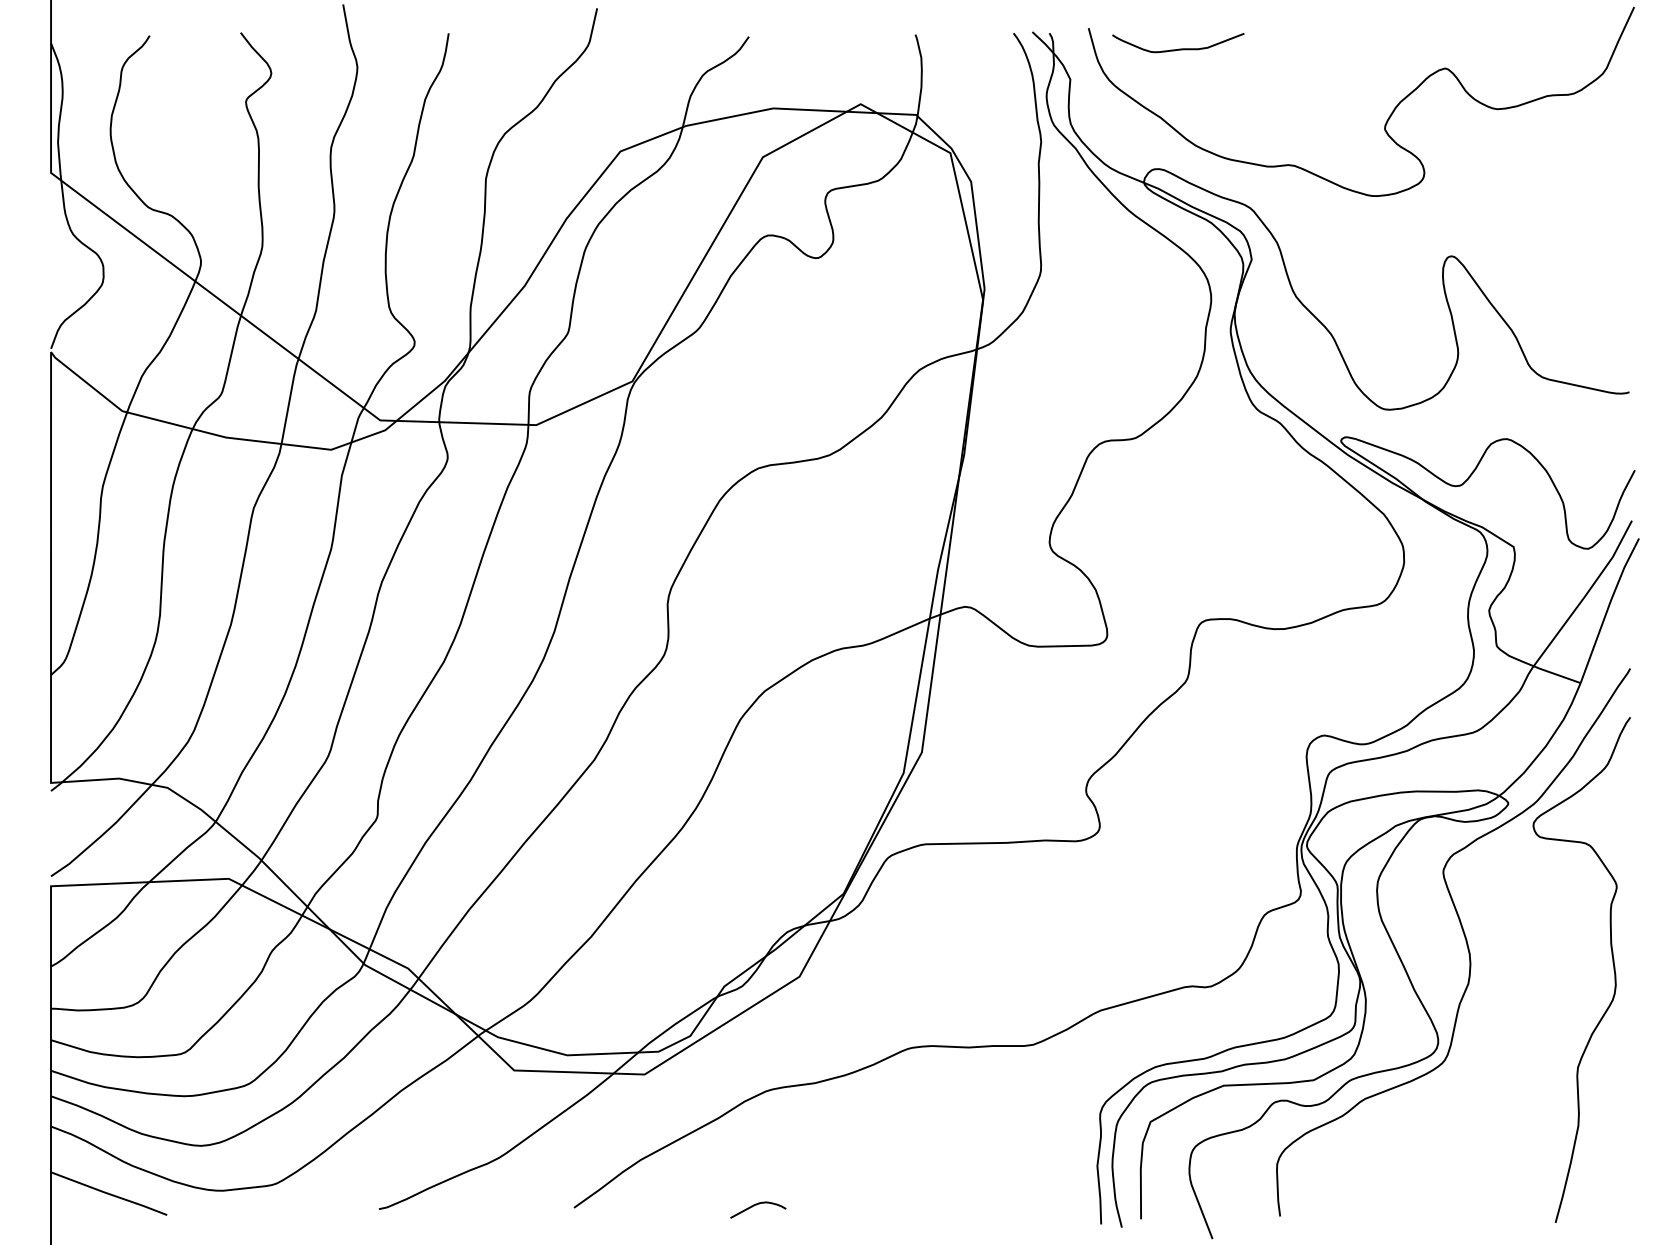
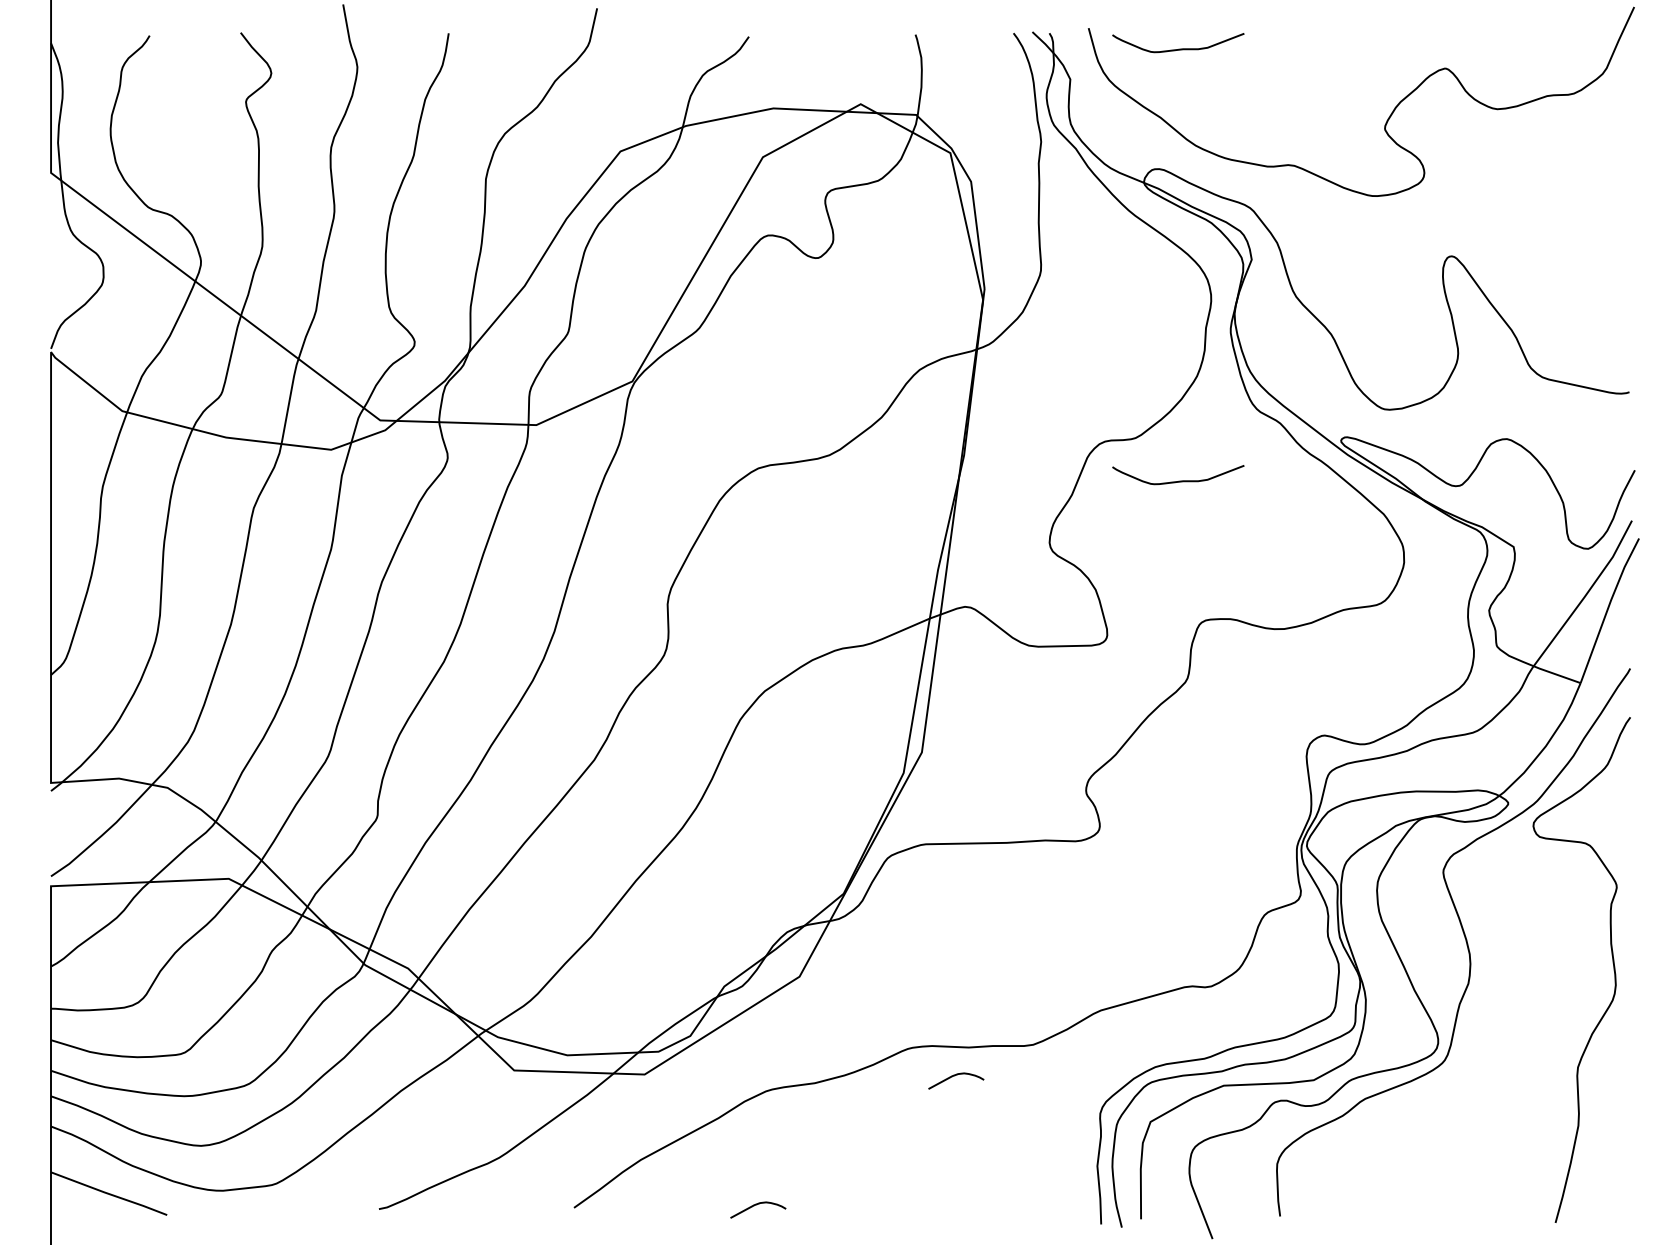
curve at (1178, 480): none -> present
curve at (954, 1076): none -> present
